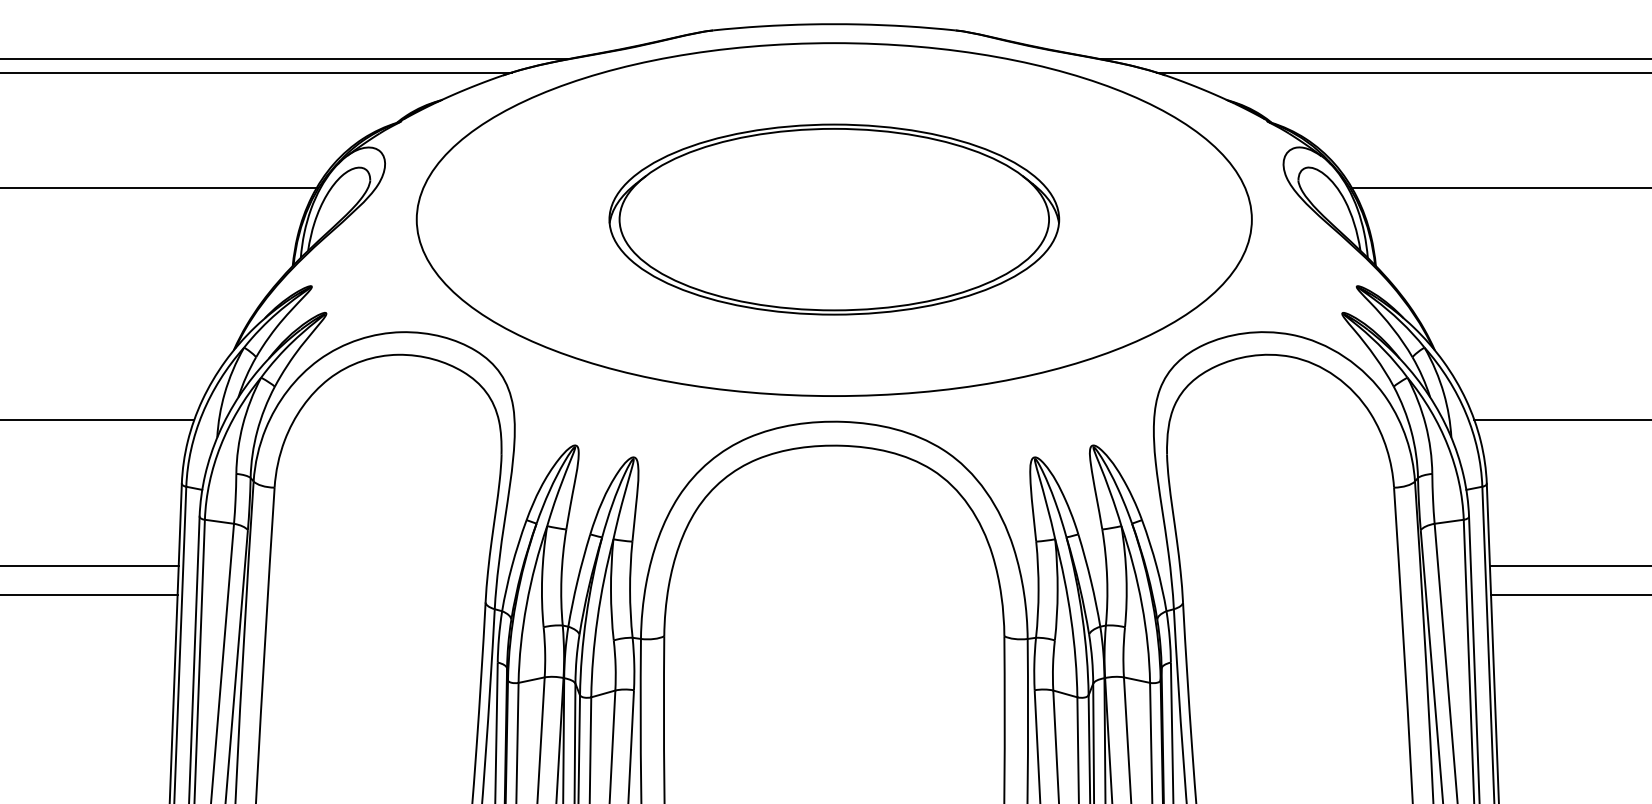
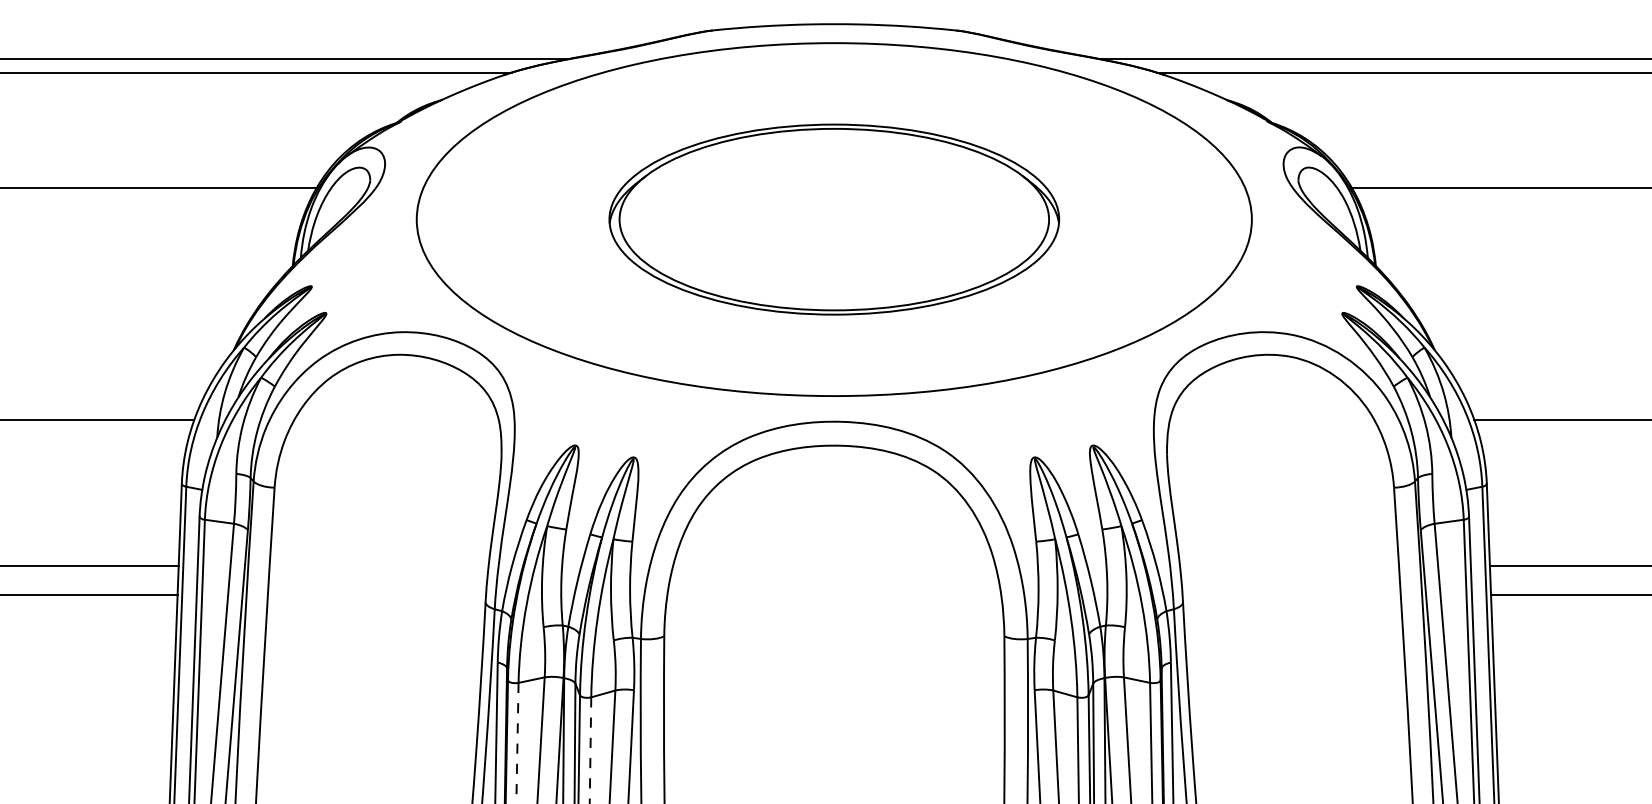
line at (517, 743): solid -> dashed
line at (590, 750): solid -> dashed
